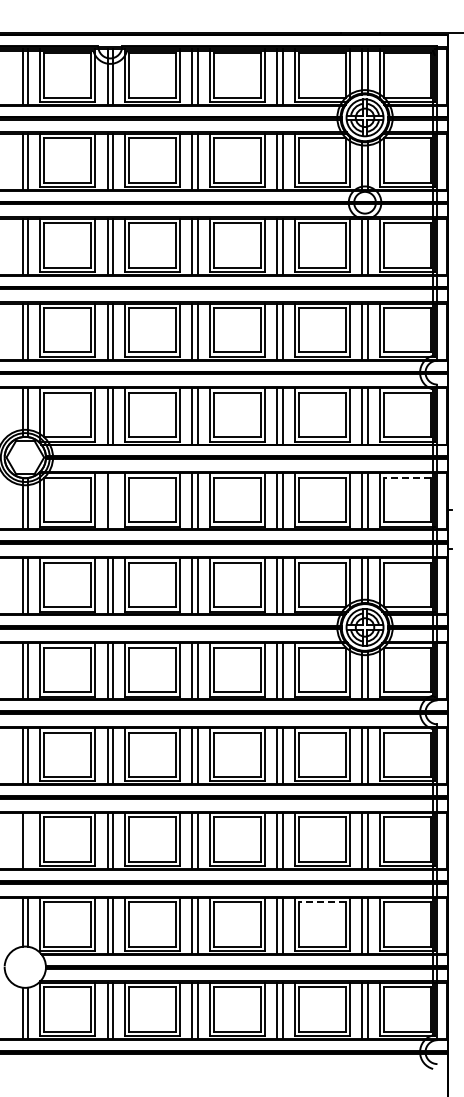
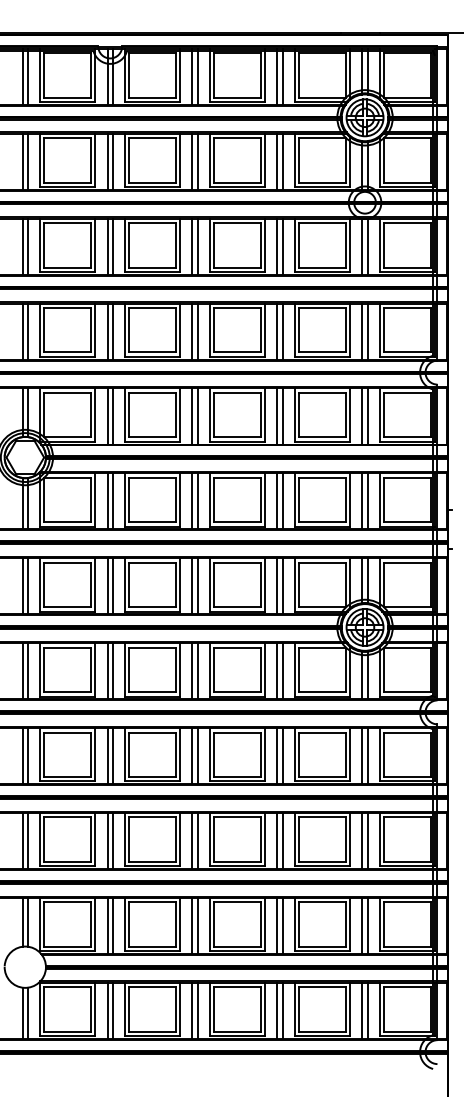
line at (407, 477): dashed -> solid
line at (112, 501): none -> present
line at (28, 841): none -> present
line at (322, 902): dashed -> solid
